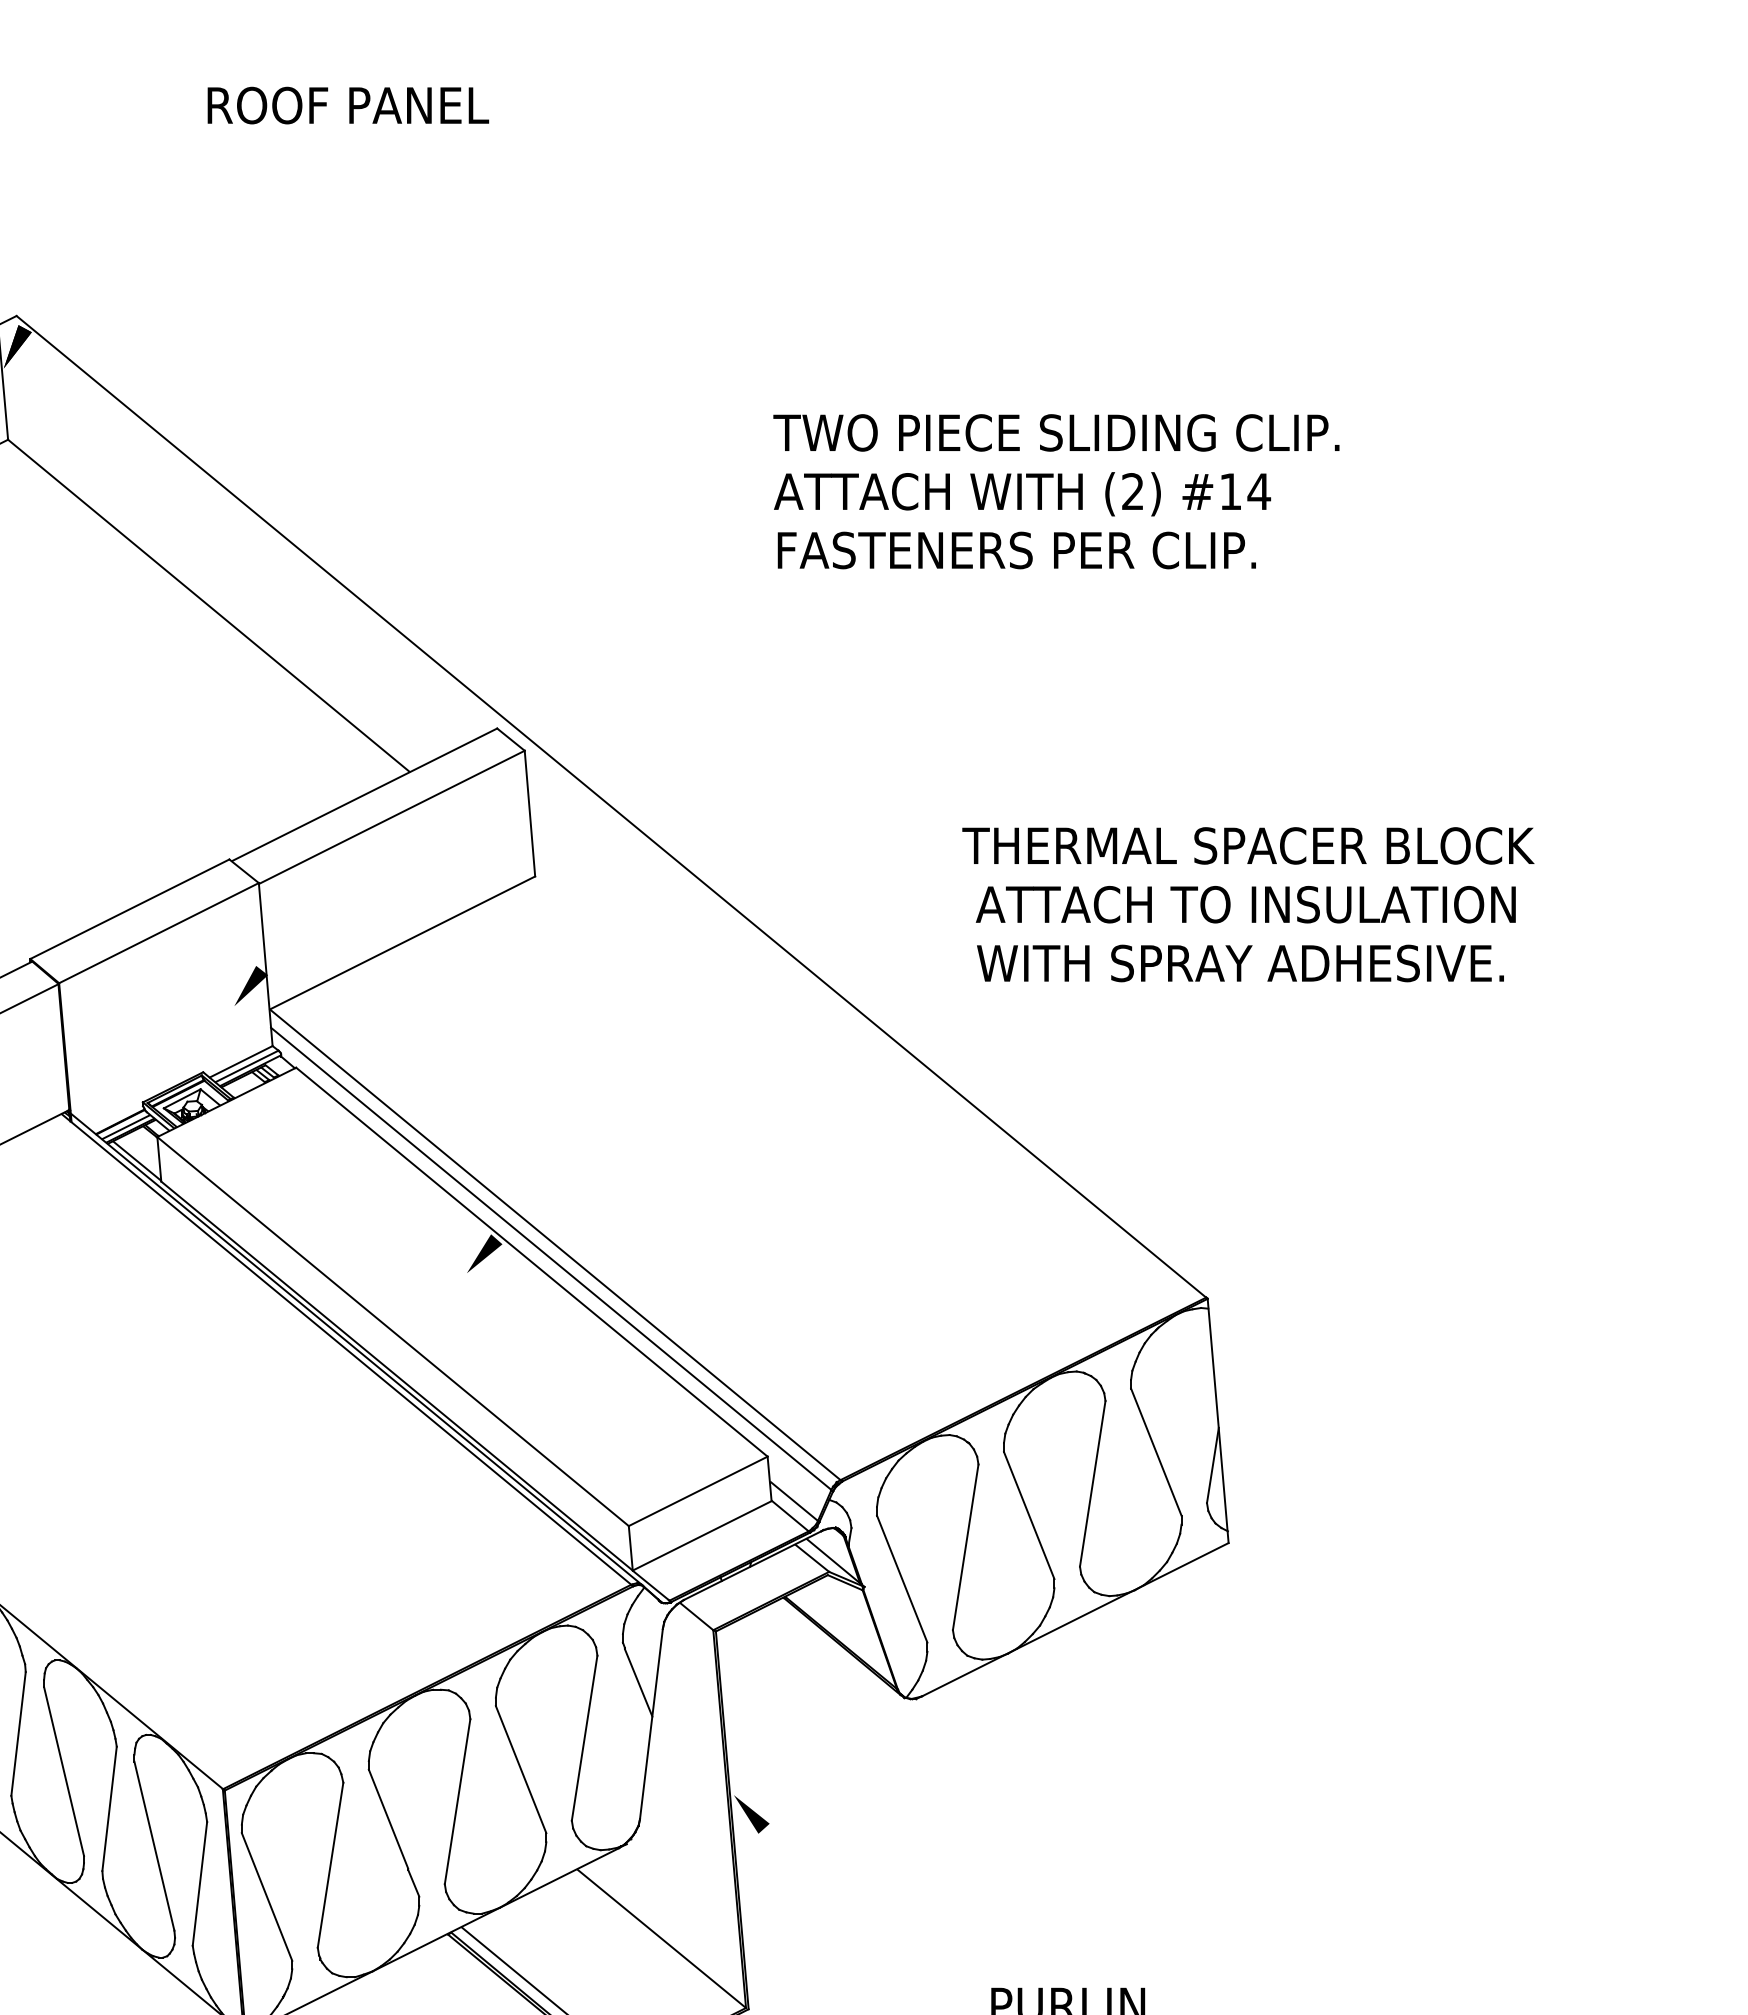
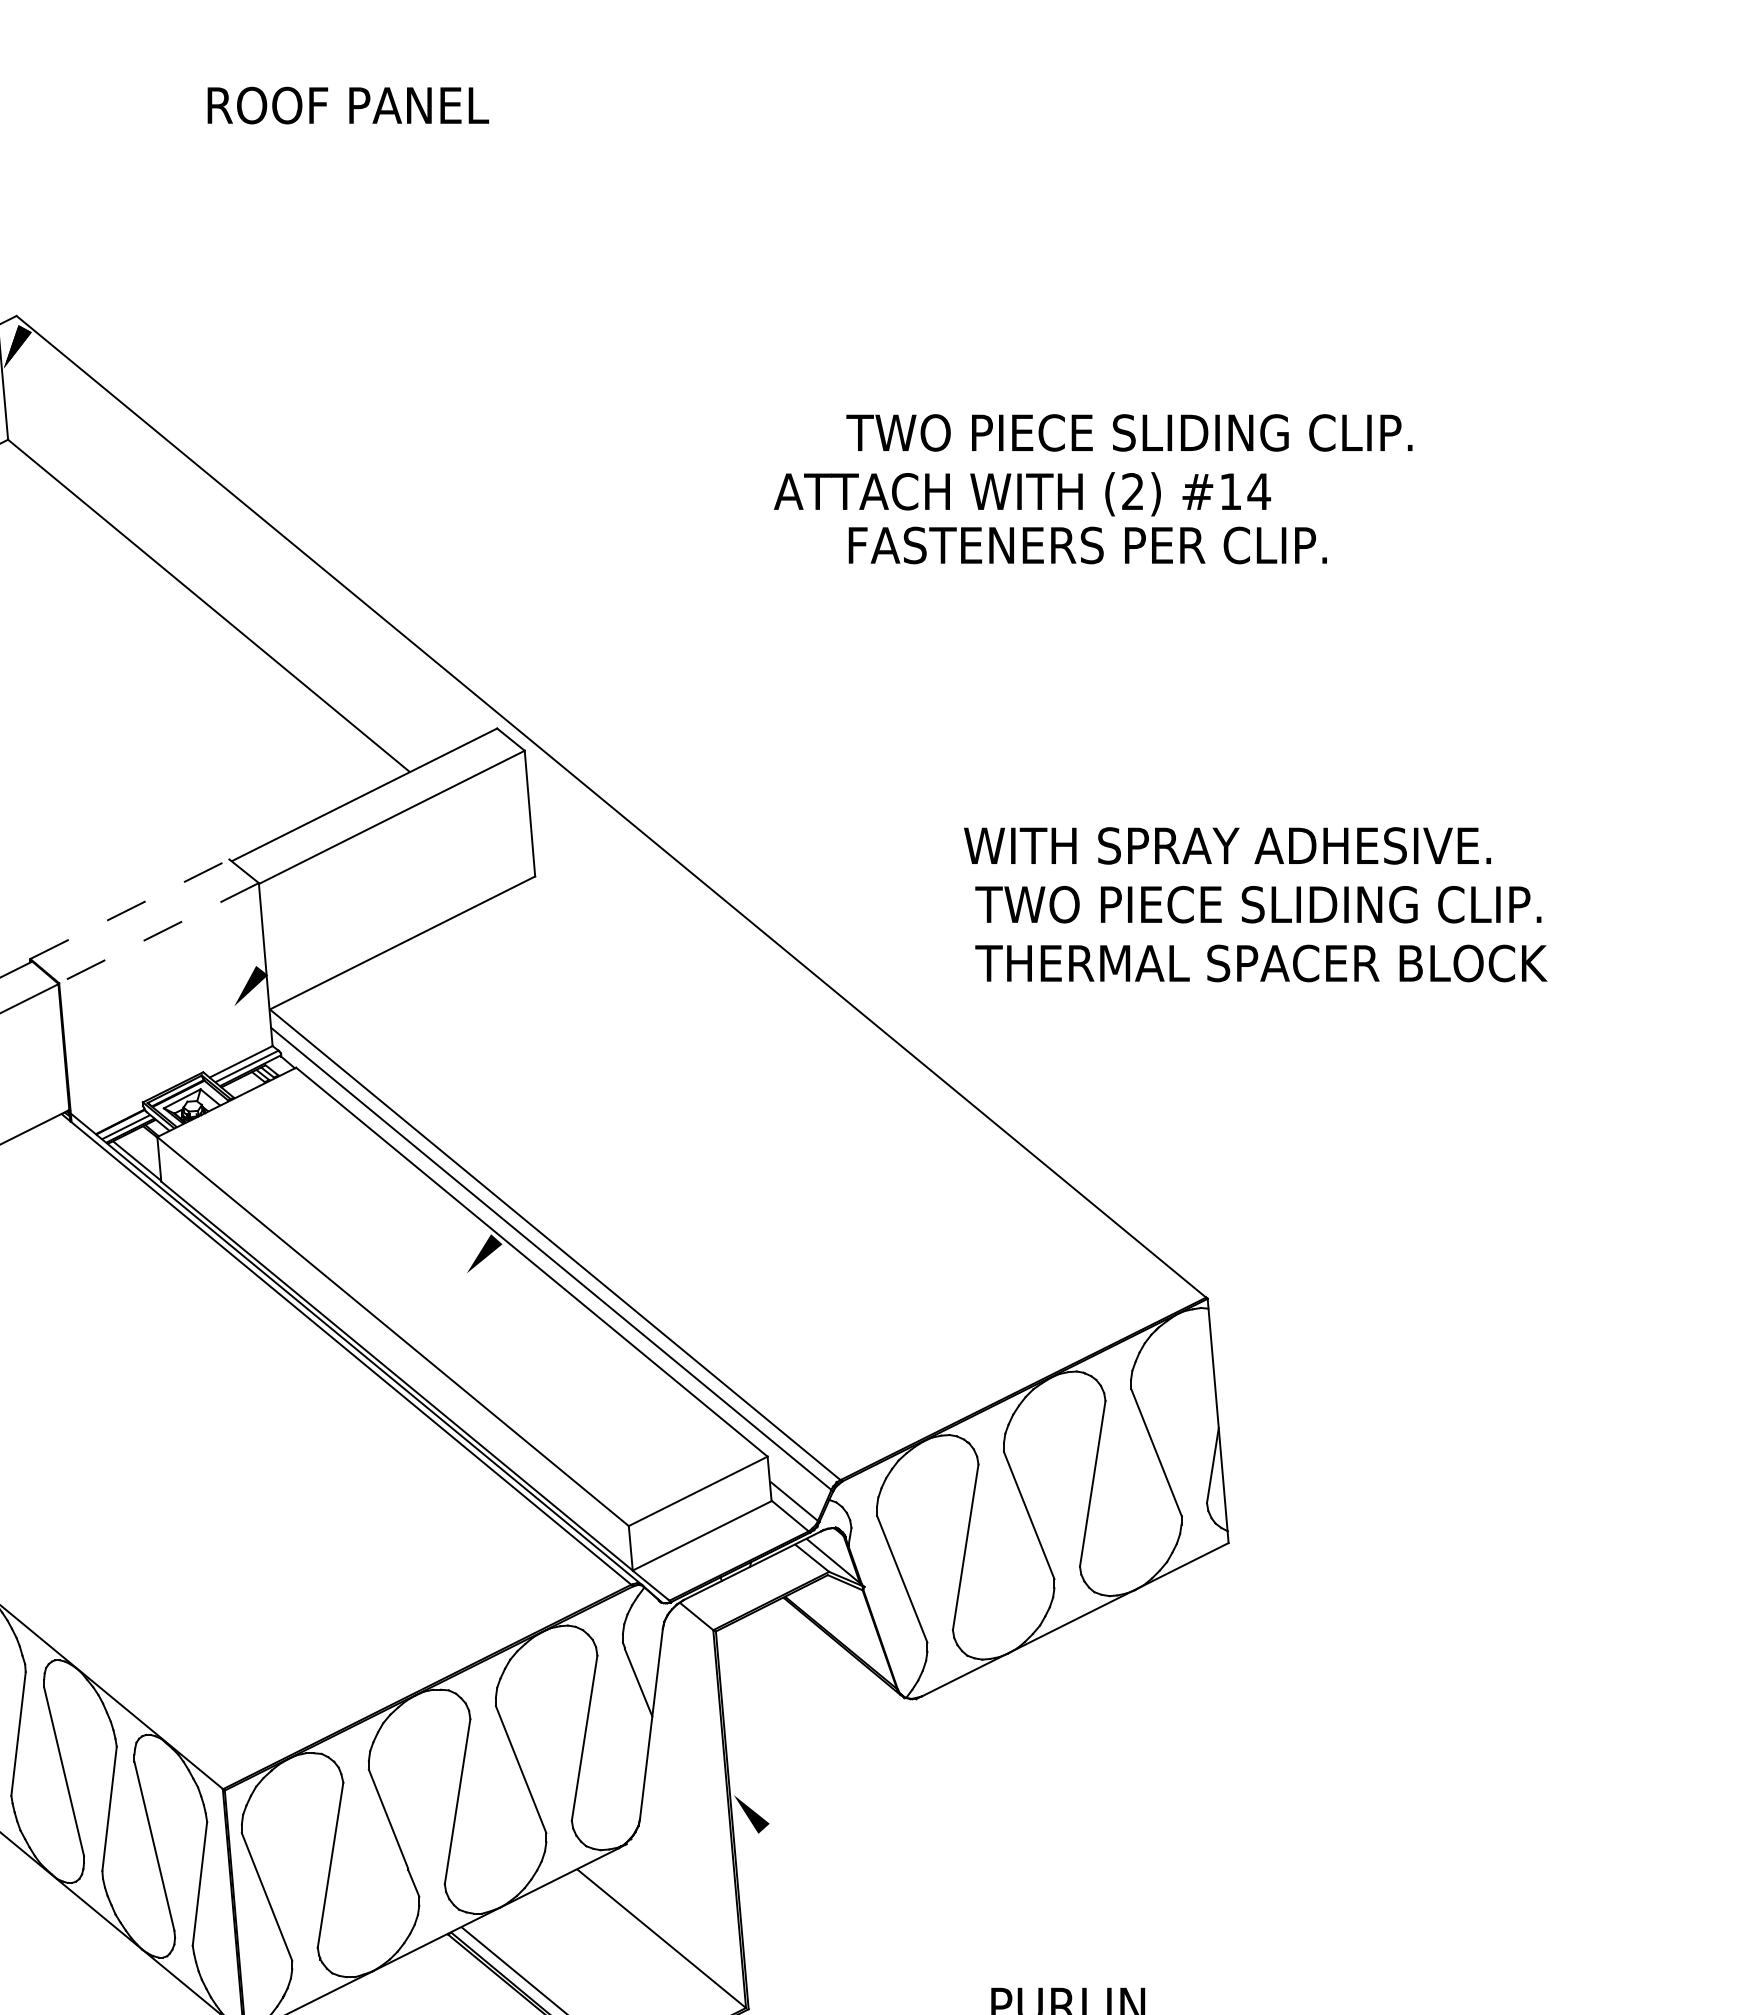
text at (1056, 432) position: (1056, 432) -> (1129, 432)
text at (1016, 550) position: (1016, 550) -> (1087, 545)
text at (1248, 845): THERMAL SPACER BLOCK -> WITH SPRAY ADHESIVE.
text at (1258, 904): ATTACH TO INSULATION -> TWO PIECE SLIDING CLIP.
line at (130, 909): solid -> dashed
line at (159, 933): solid -> dashed
text at (1261, 963): WITH SPRAY ADHESIVE. -> THERMAL SPACER BLOCK
